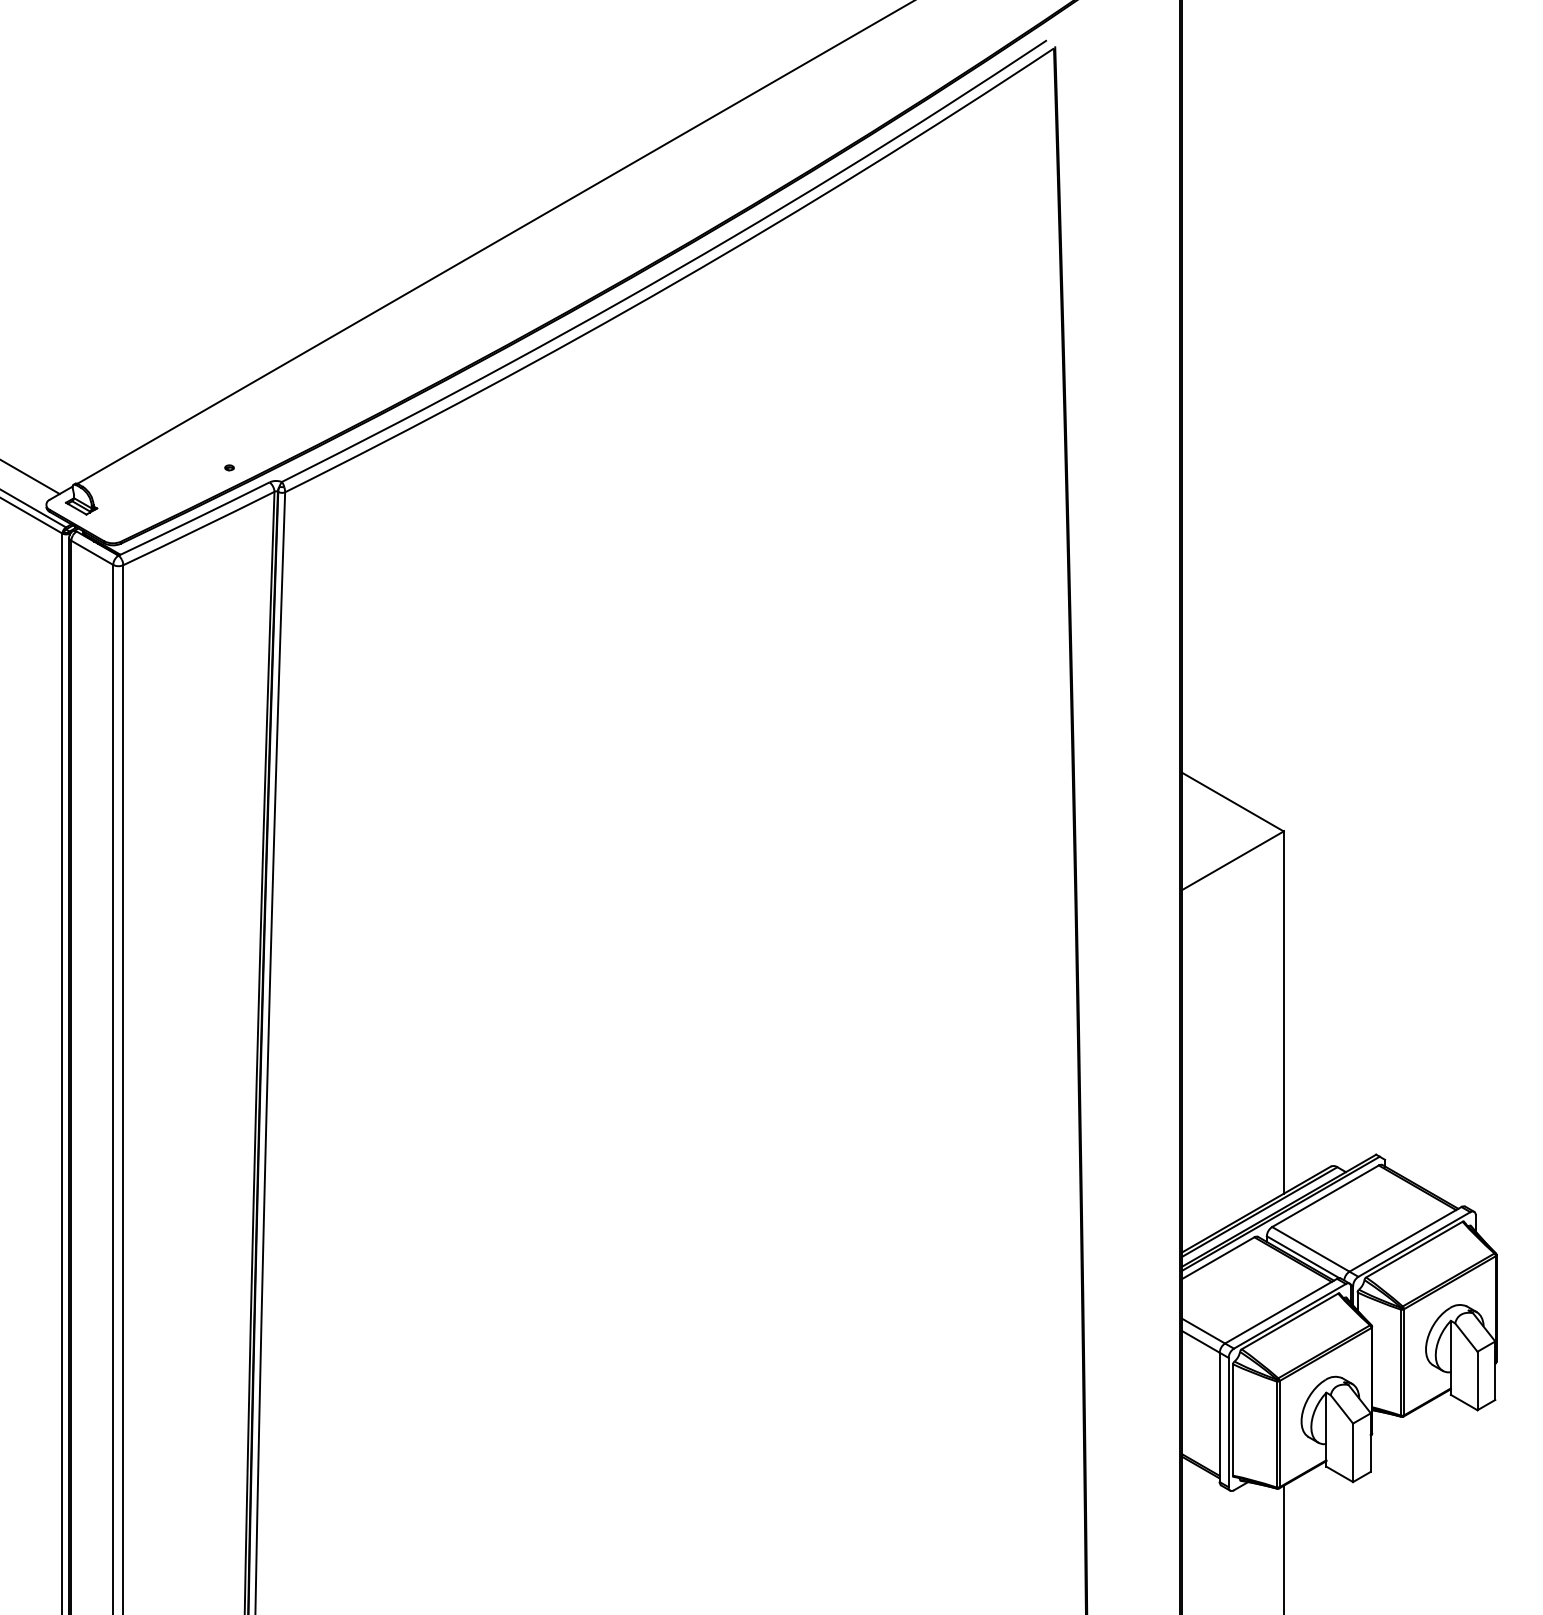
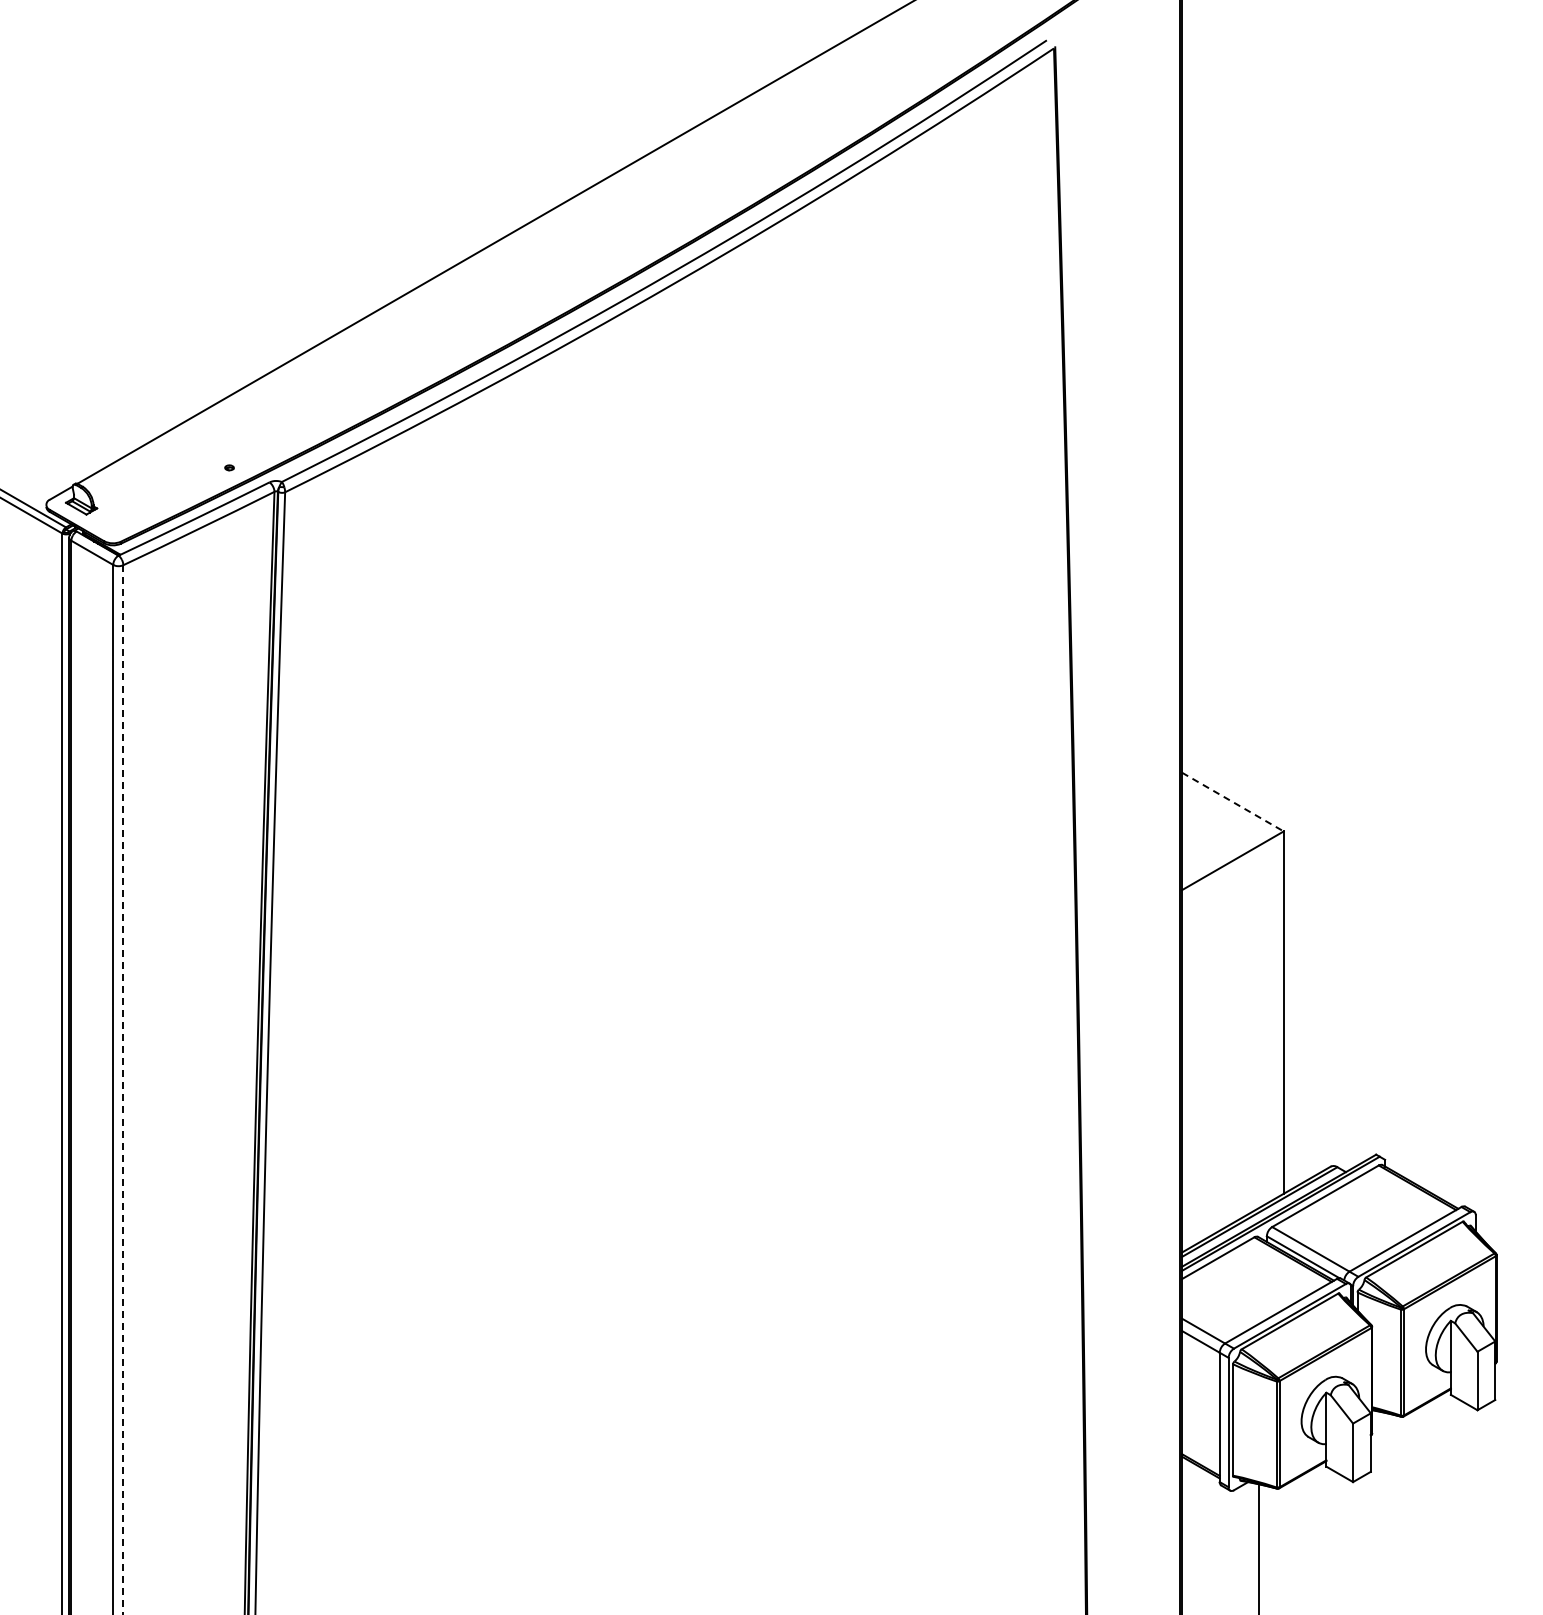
line at (30, 477): present -> none
line at (1232, 802): solid -> dashed
line at (123, 1090): solid -> dashed
line at (1283, 1548) position: (1283, 1548) -> (1258, 1548)
